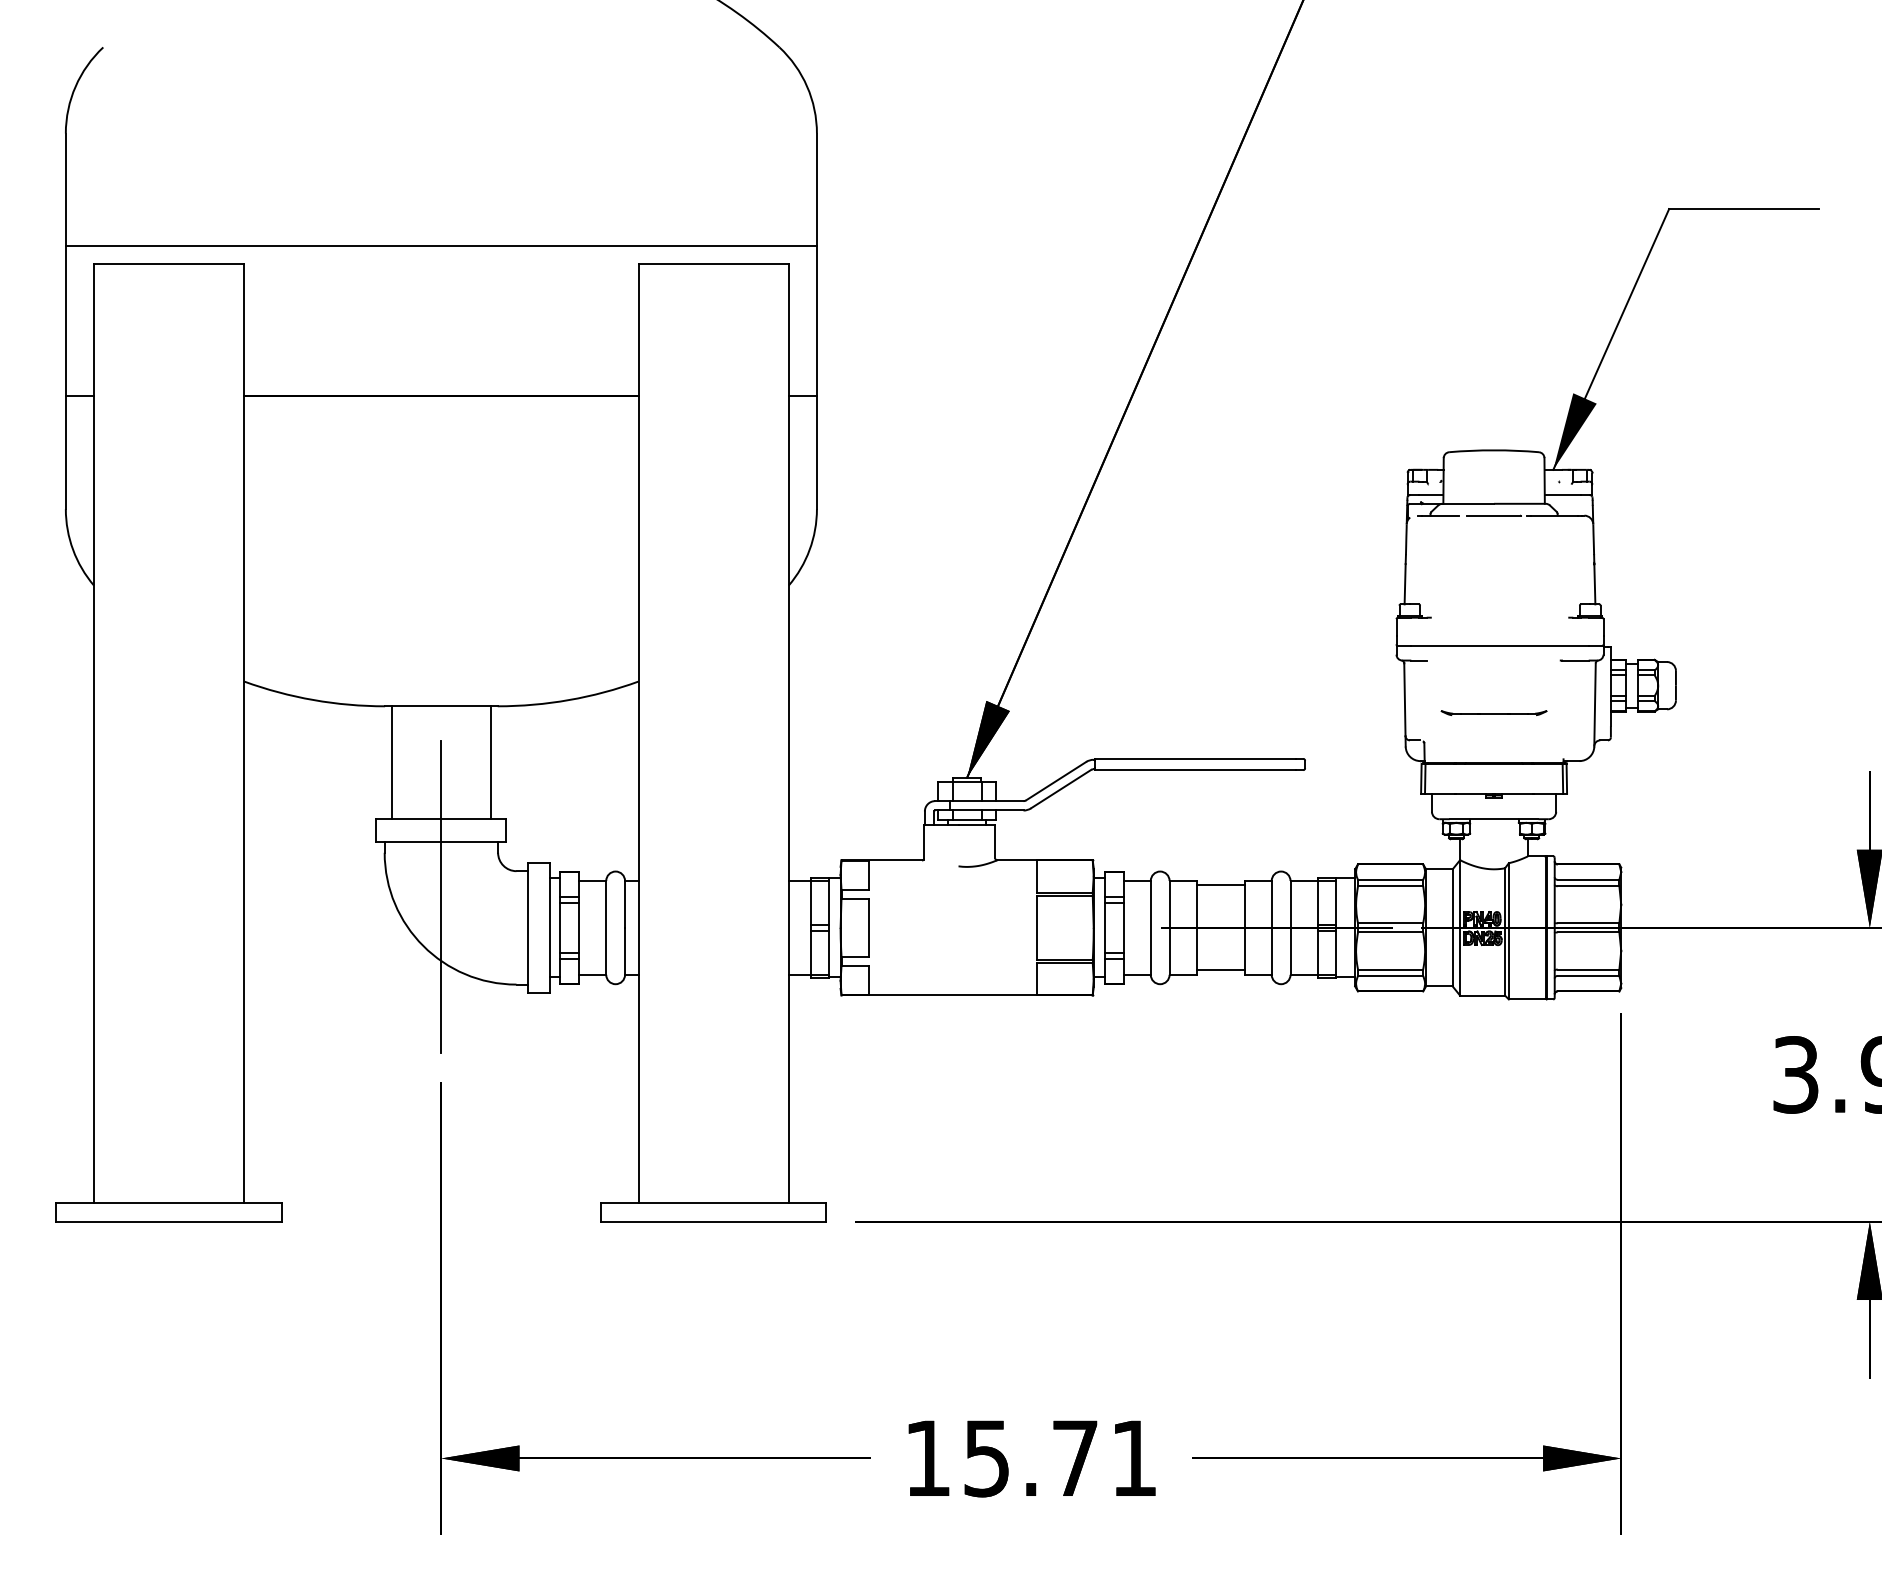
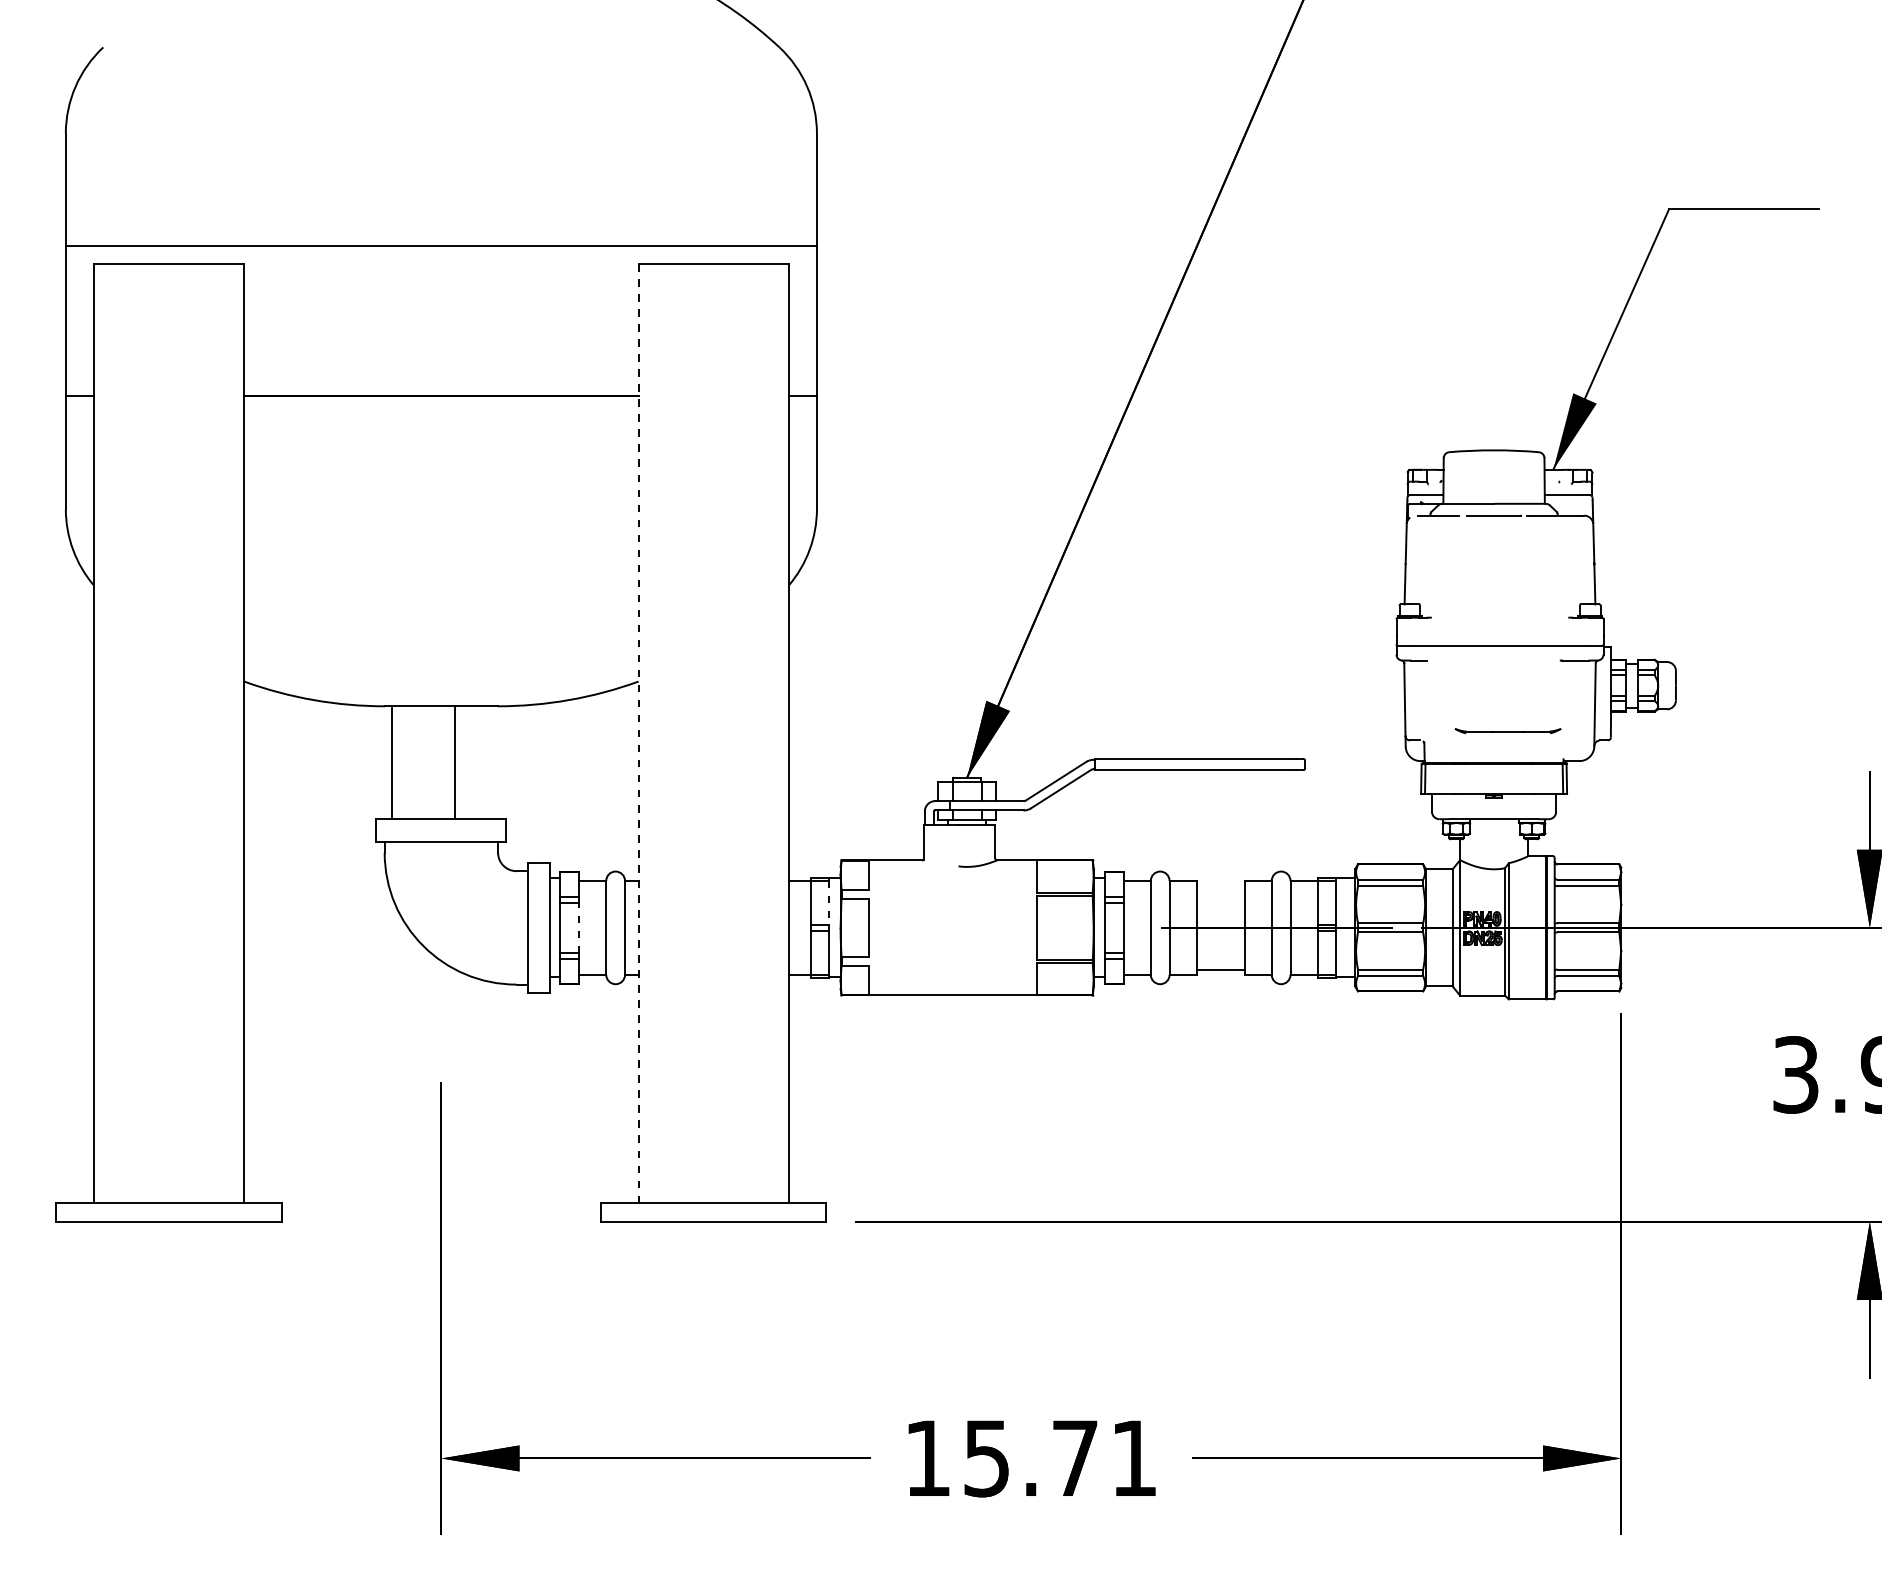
part at (1493, 712) position: (1493, 712) -> (1507, 730)
line at (638, 734): solid -> dashed
line at (490, 762) position: (490, 762) -> (454, 762)
line at (1220, 885): present -> none
line at (441, 896): present -> none
line at (829, 902): solid -> dashed
line at (579, 927): solid -> dashed
